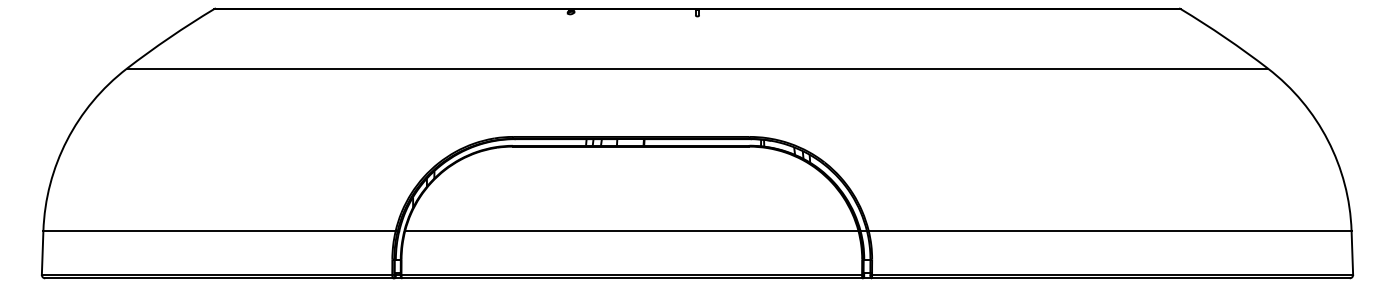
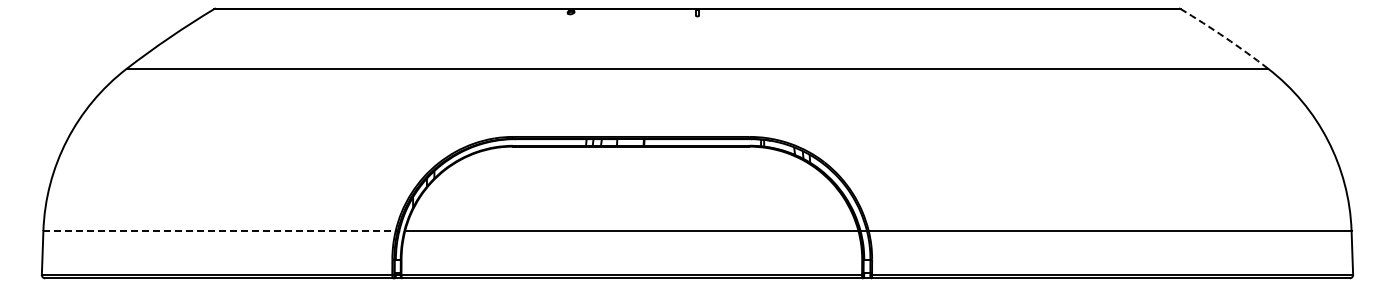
arc at (1225, 37): solid -> dashed
line at (220, 230): solid -> dashed
